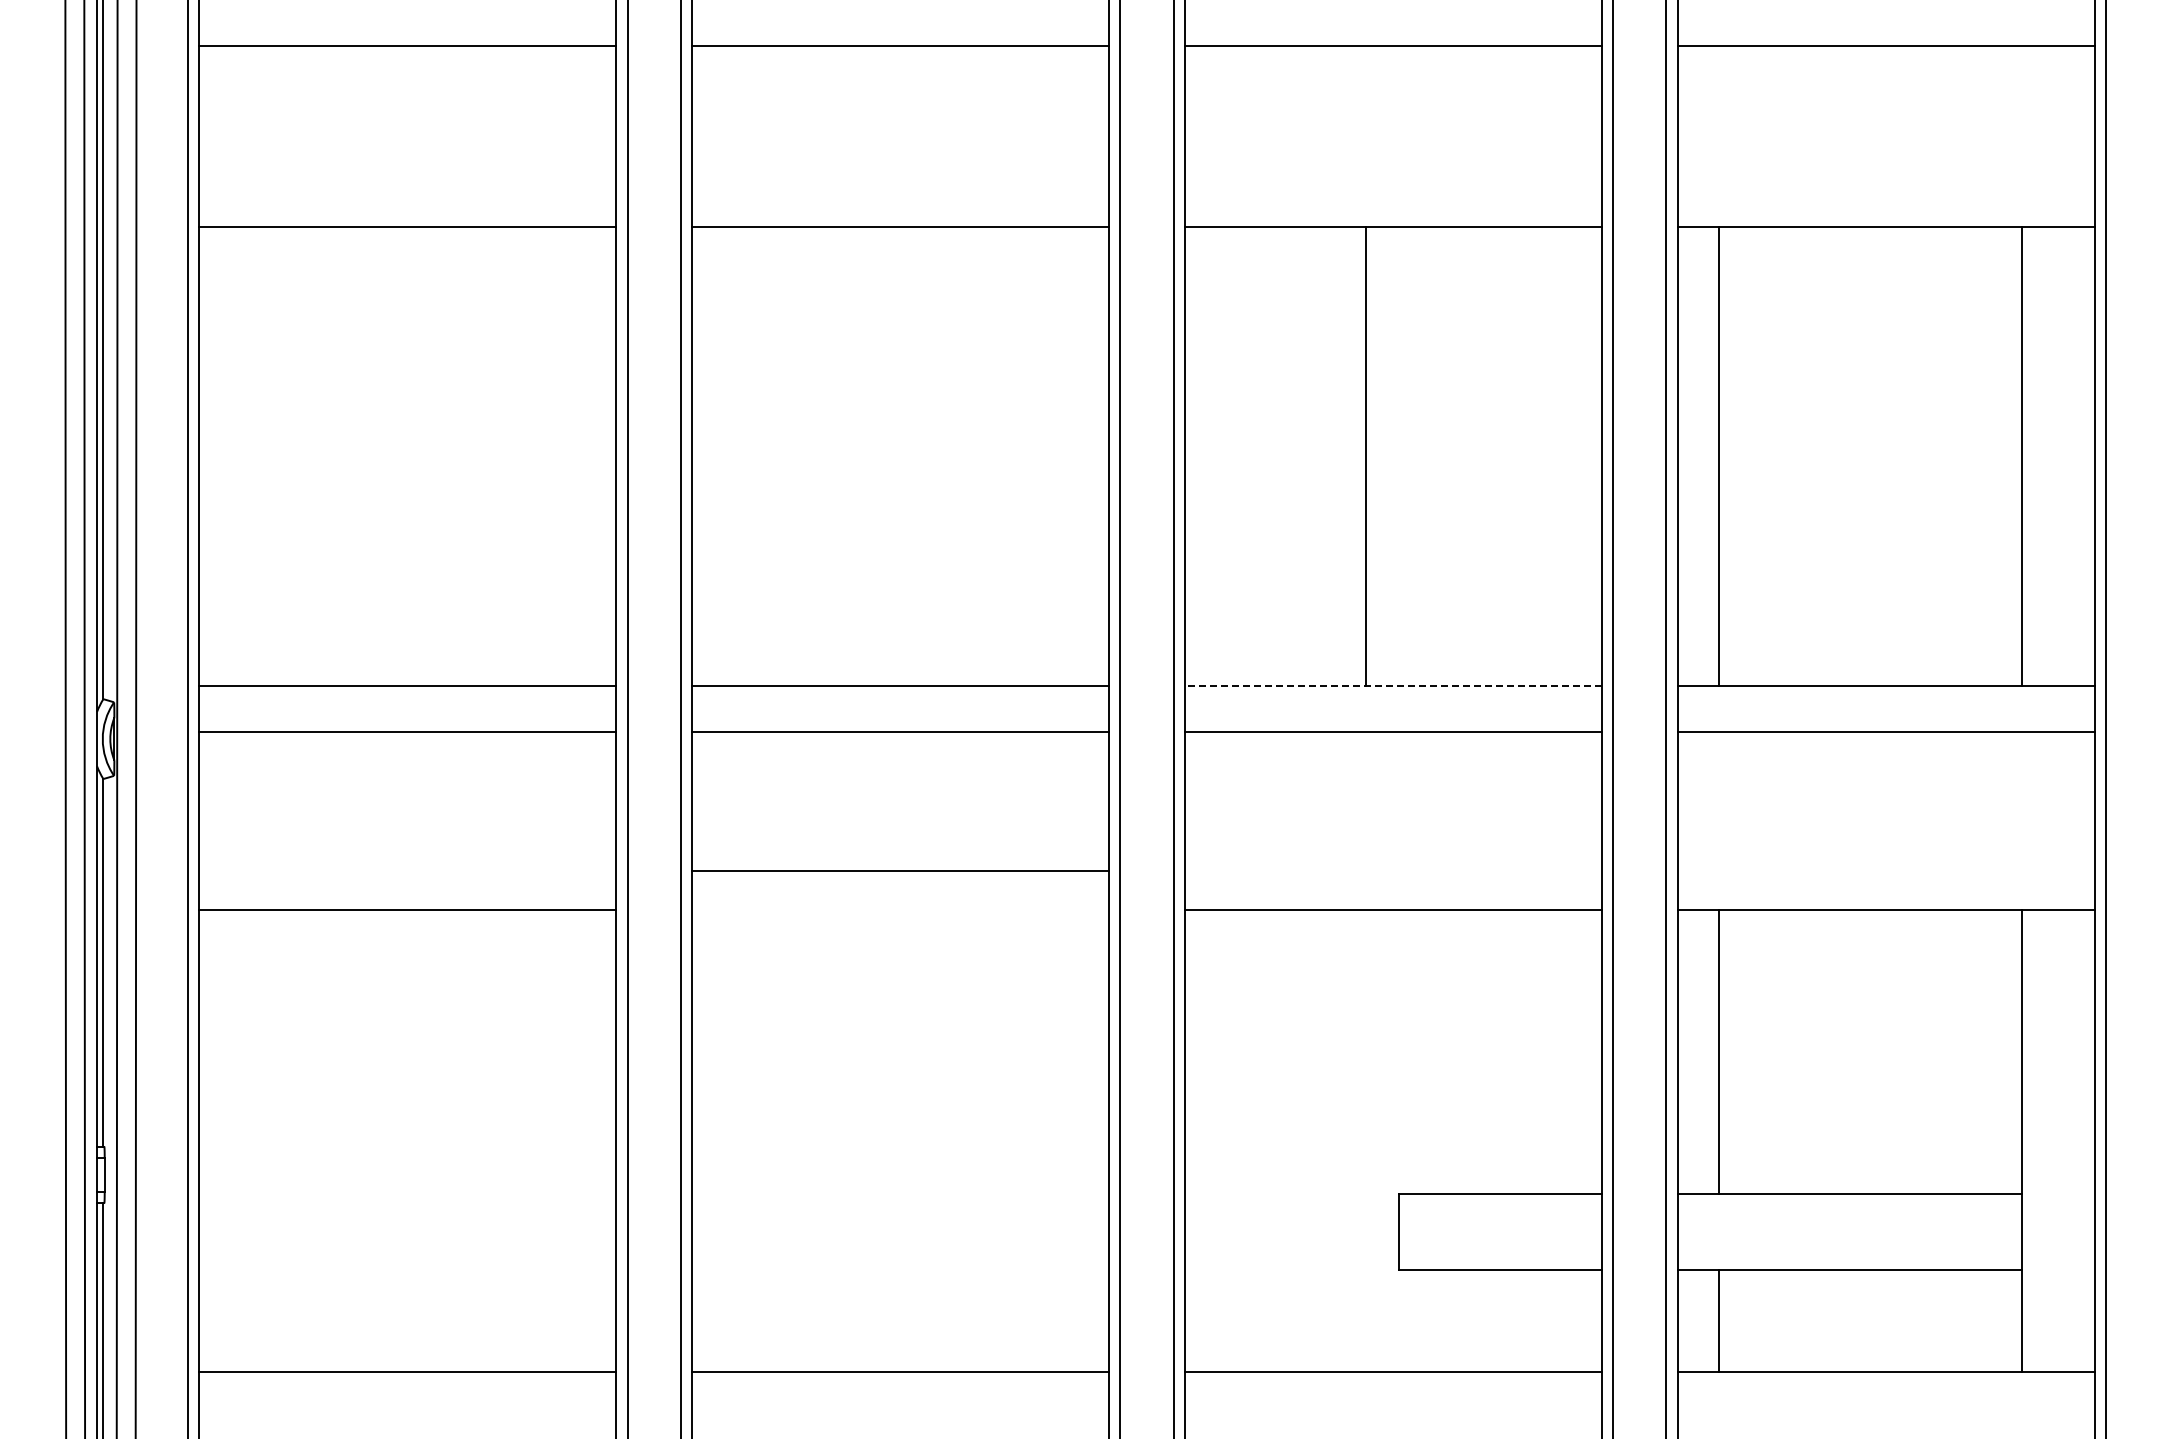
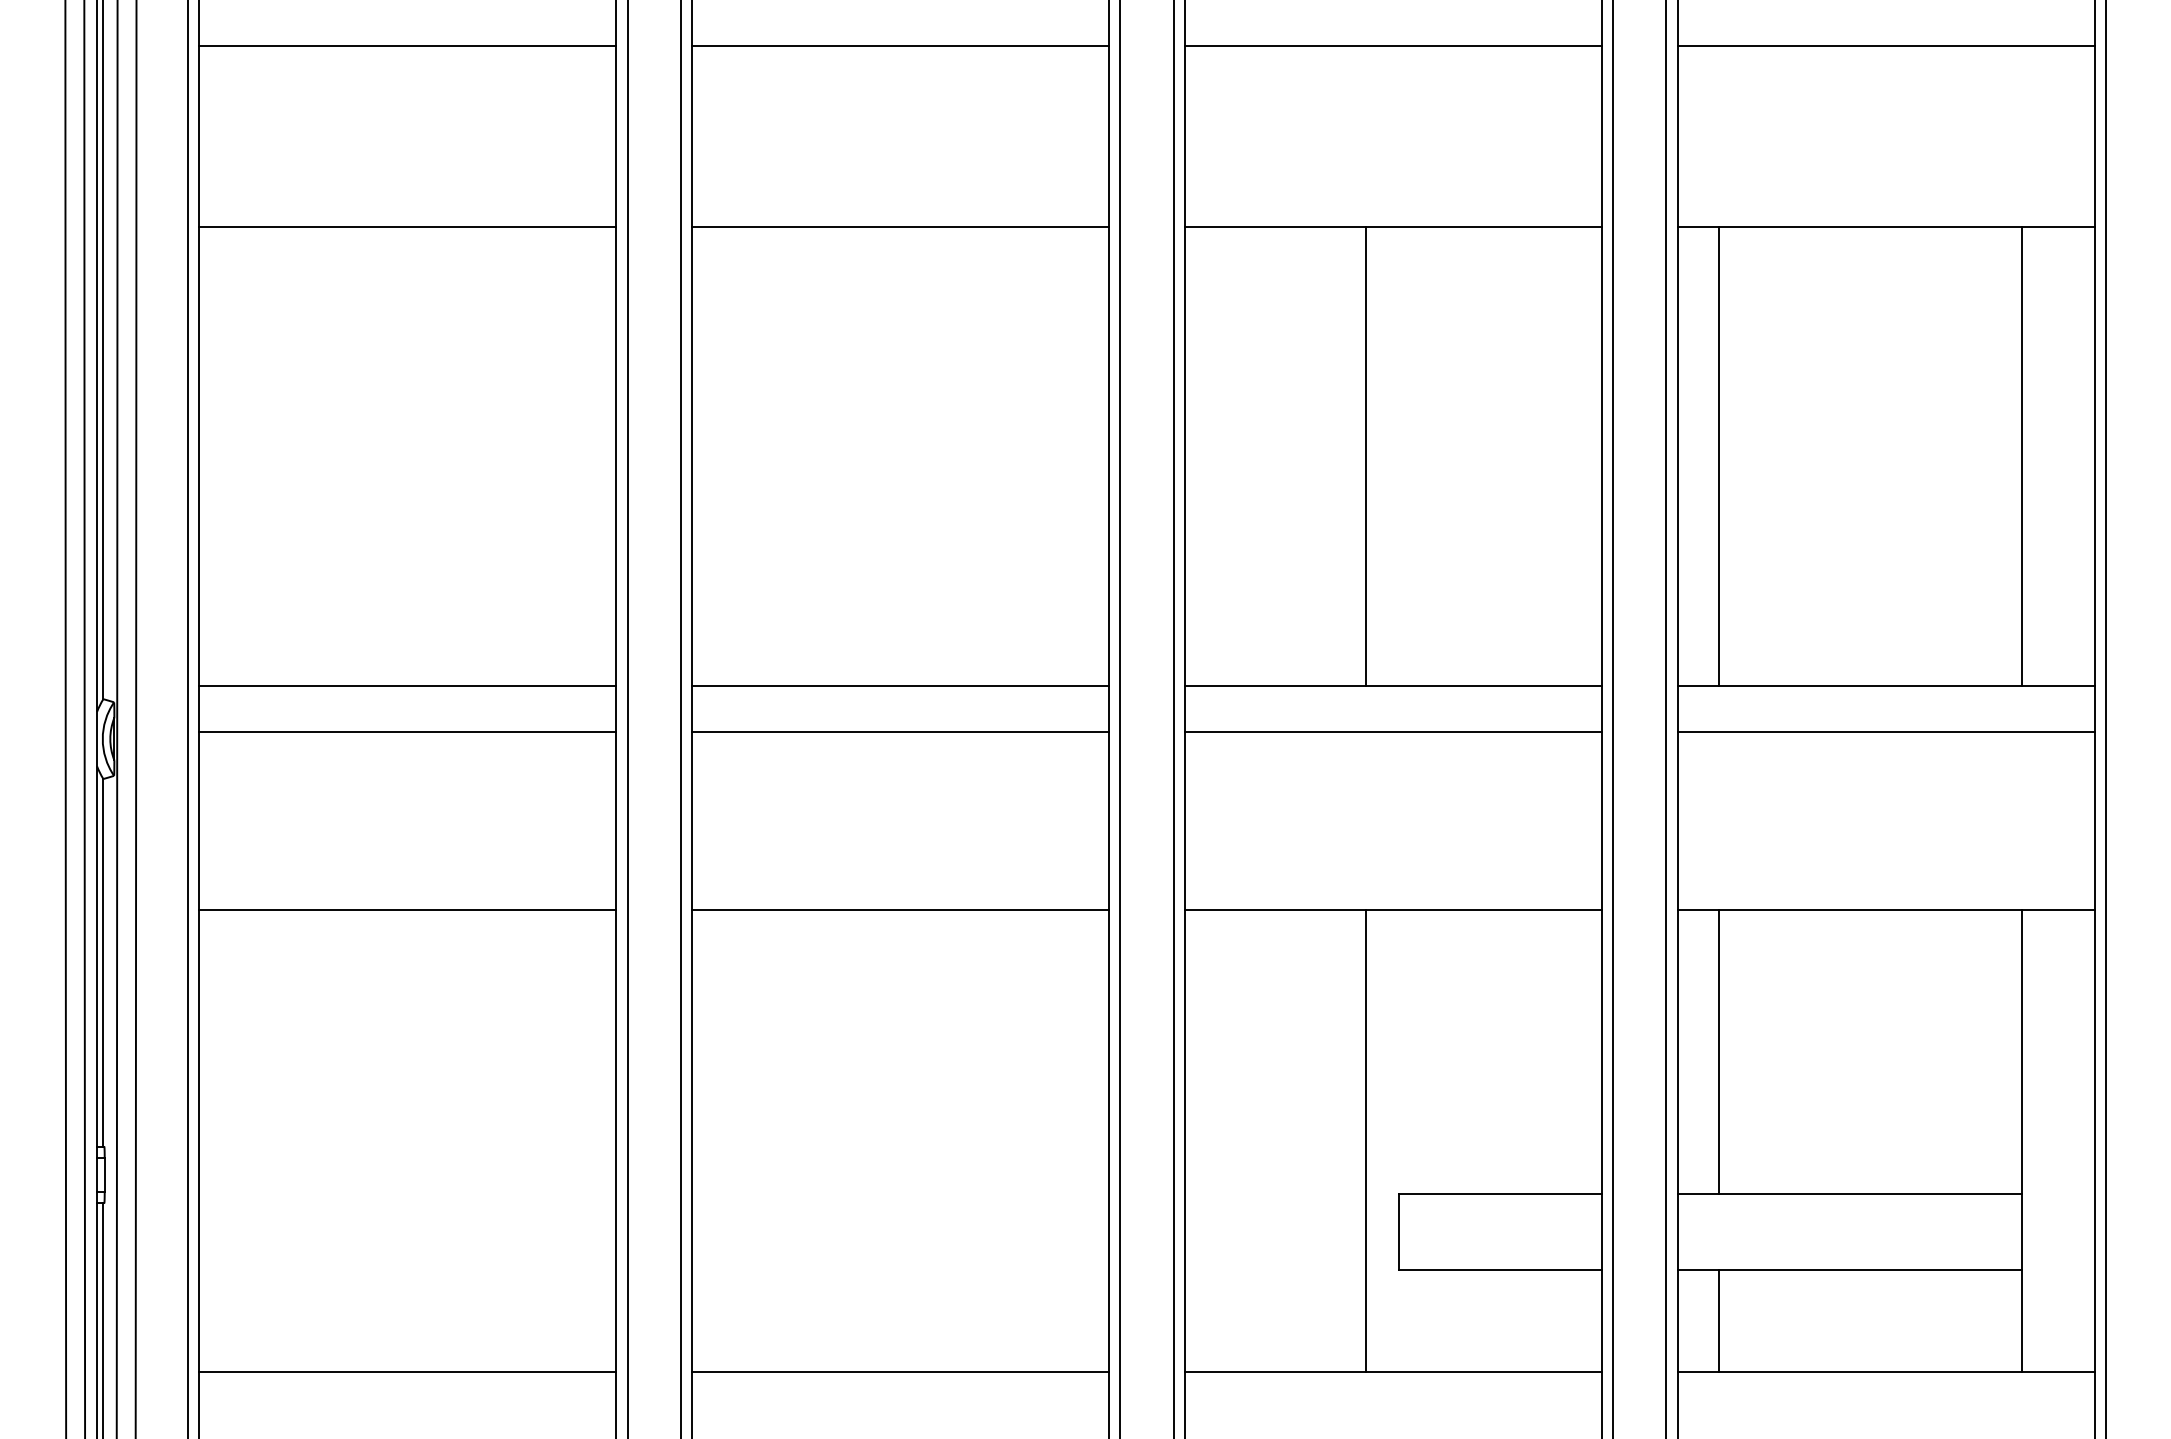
line at (1392, 685): dashed -> solid
line at (900, 870) position: (900, 870) -> (900, 909)
line at (1366, 1140): none -> present
